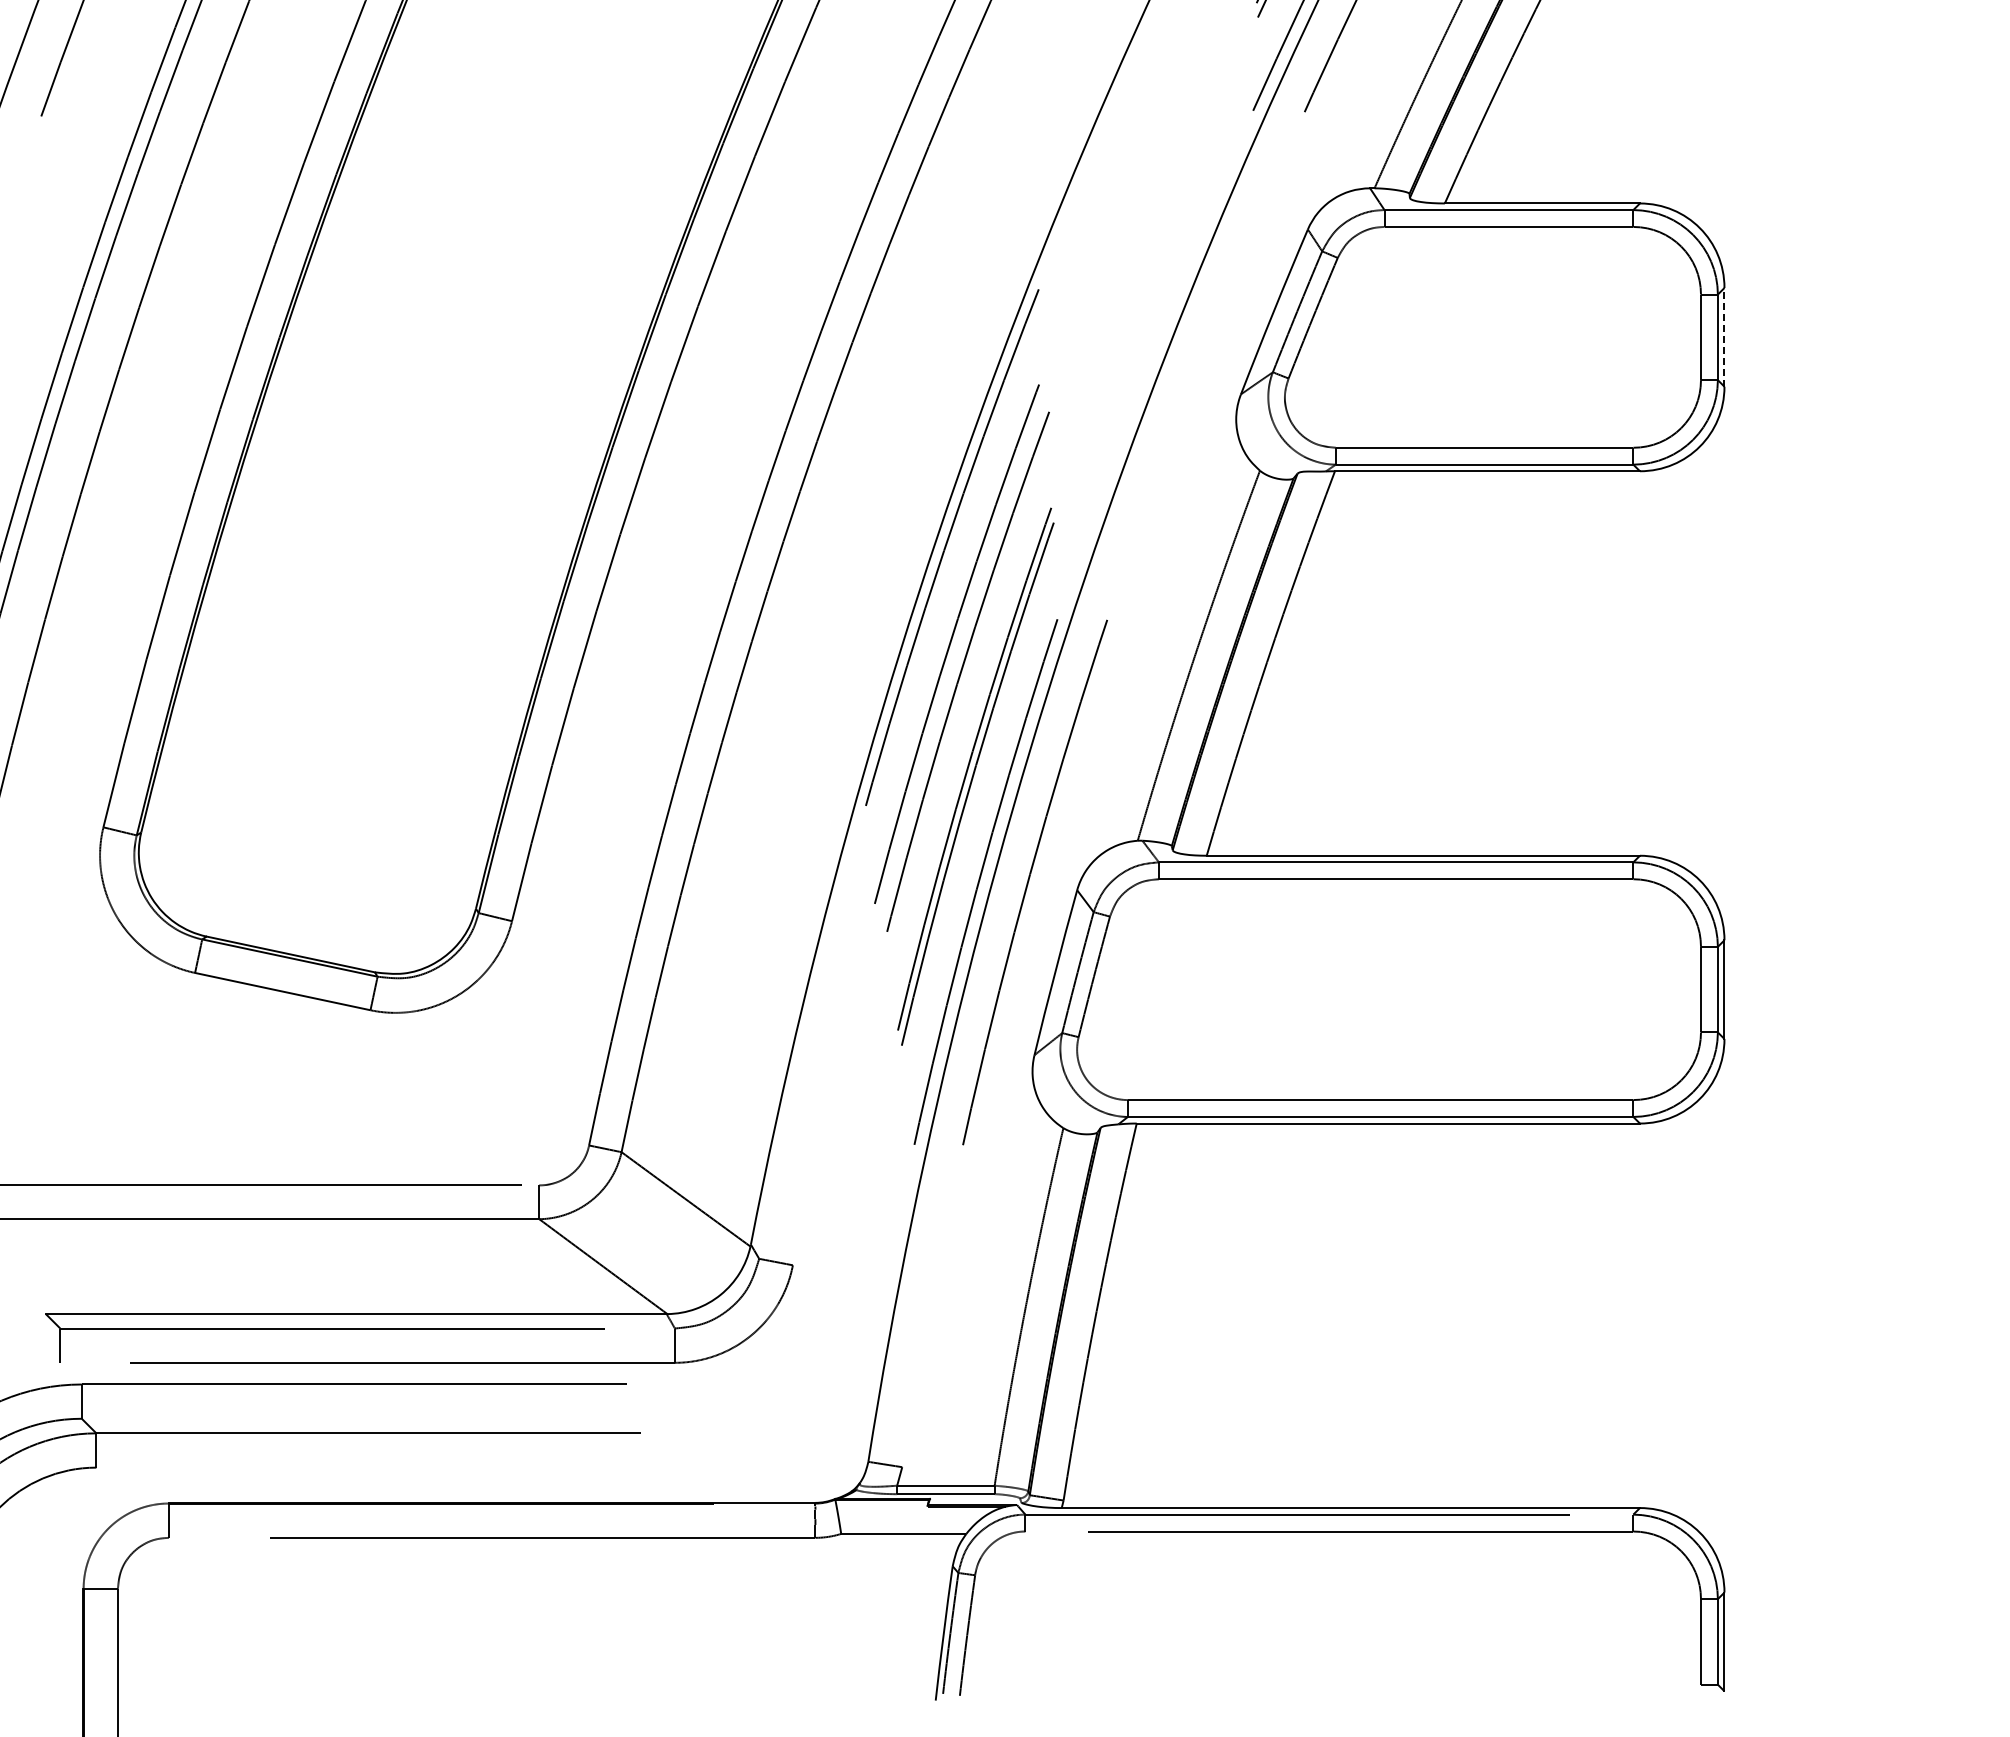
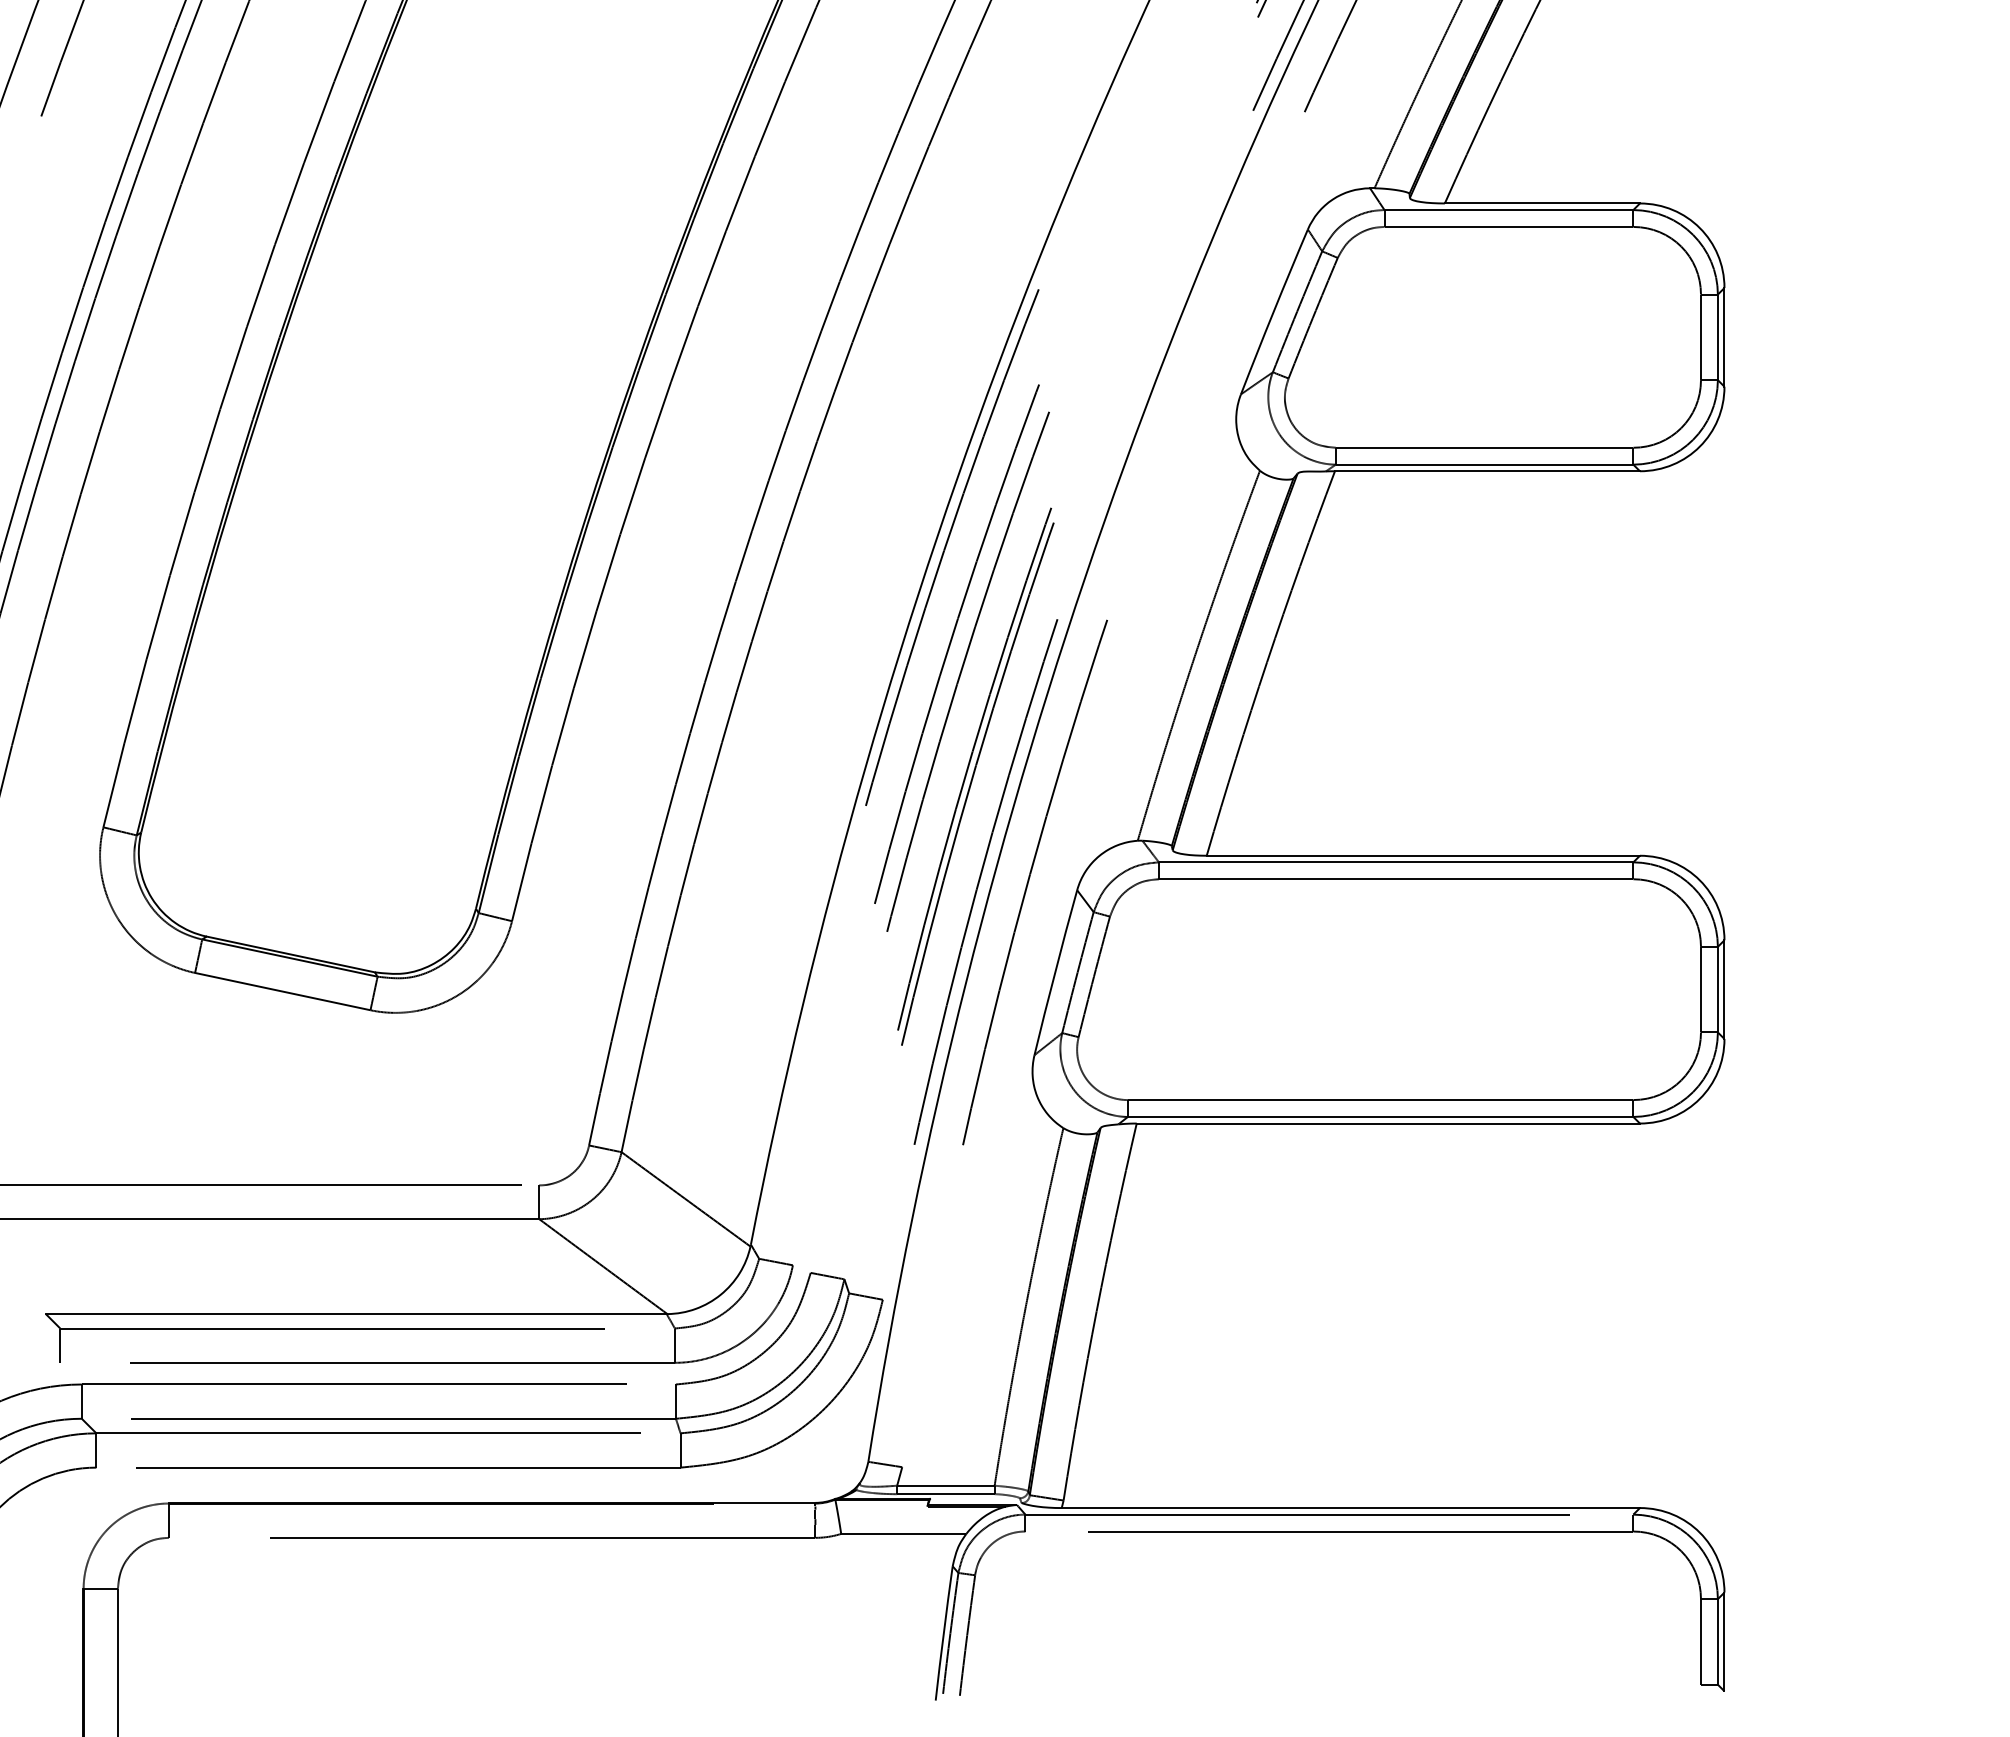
line at (1724, 336): dashed -> solid
part at (507, 1418): none -> present
